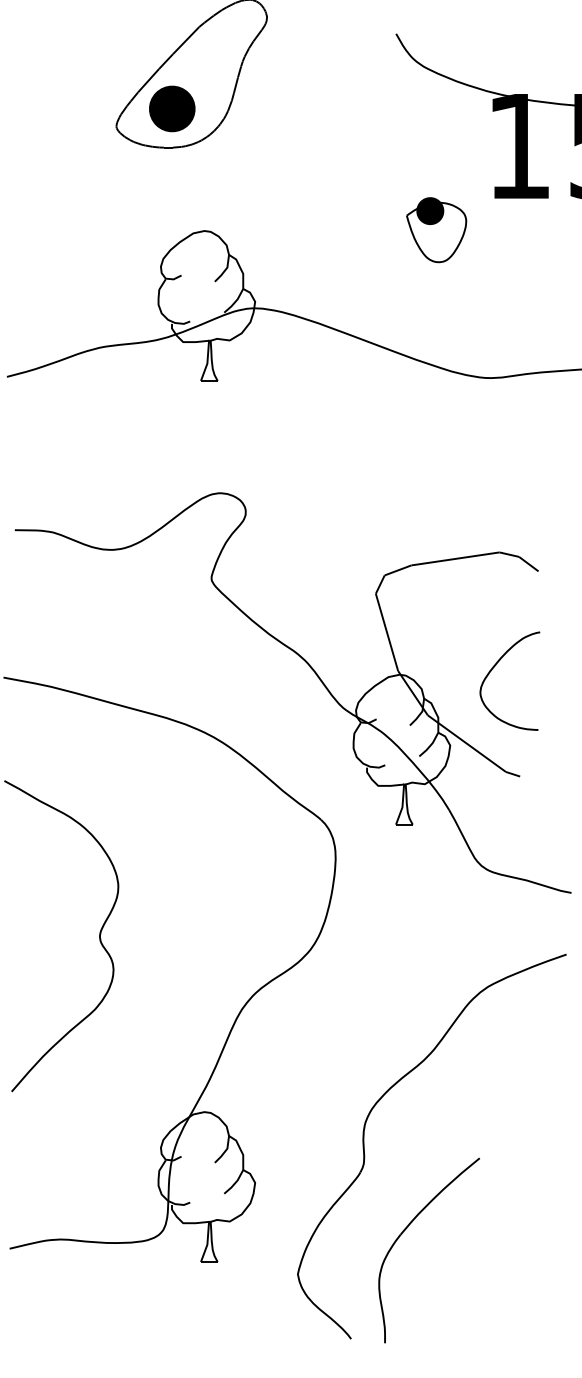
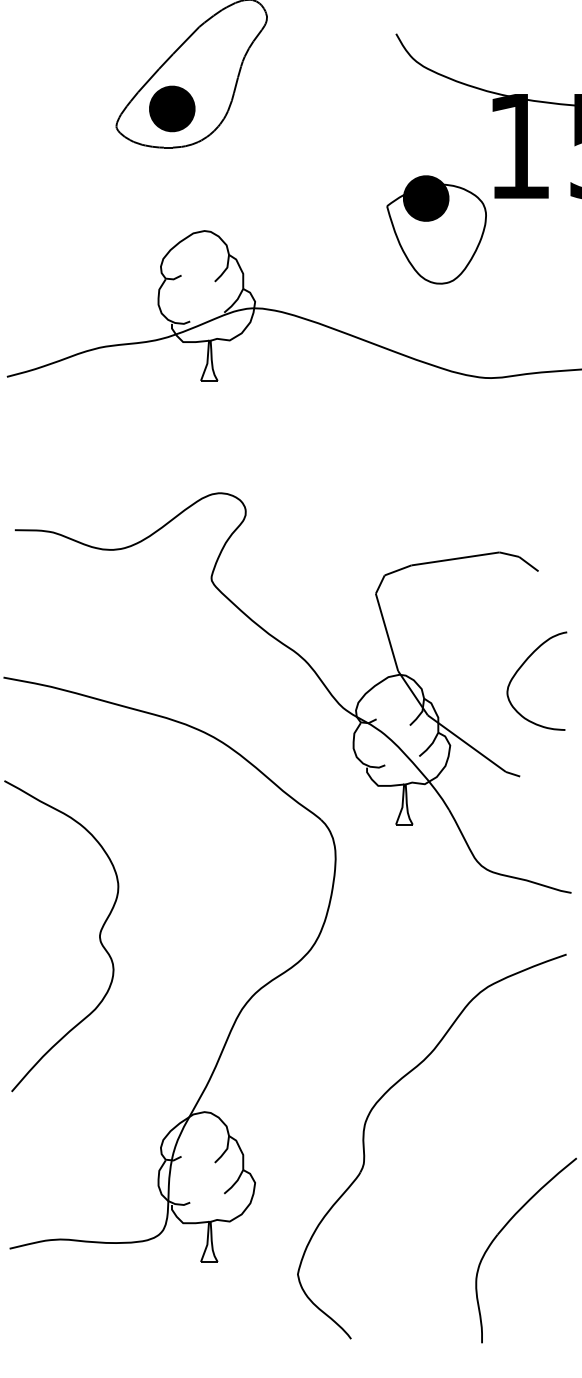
part at (436, 230) size: 62x67 px -> 101x110 px
curve at (492, 670) position: (492, 670) -> (519, 670)
part at (407, 1228) position: (407, 1228) -> (504, 1228)
